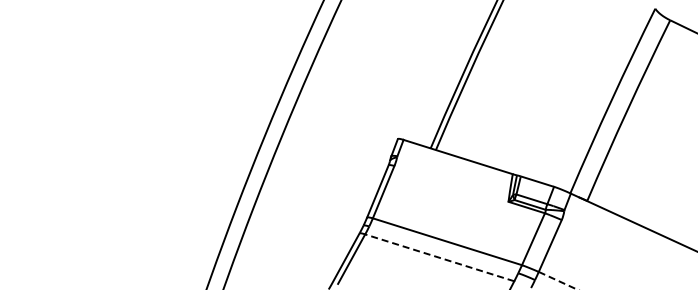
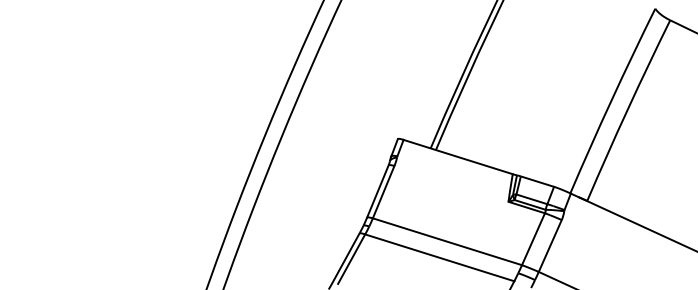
line at (439, 257): dashed -> solid
line at (558, 281): dashed -> solid
